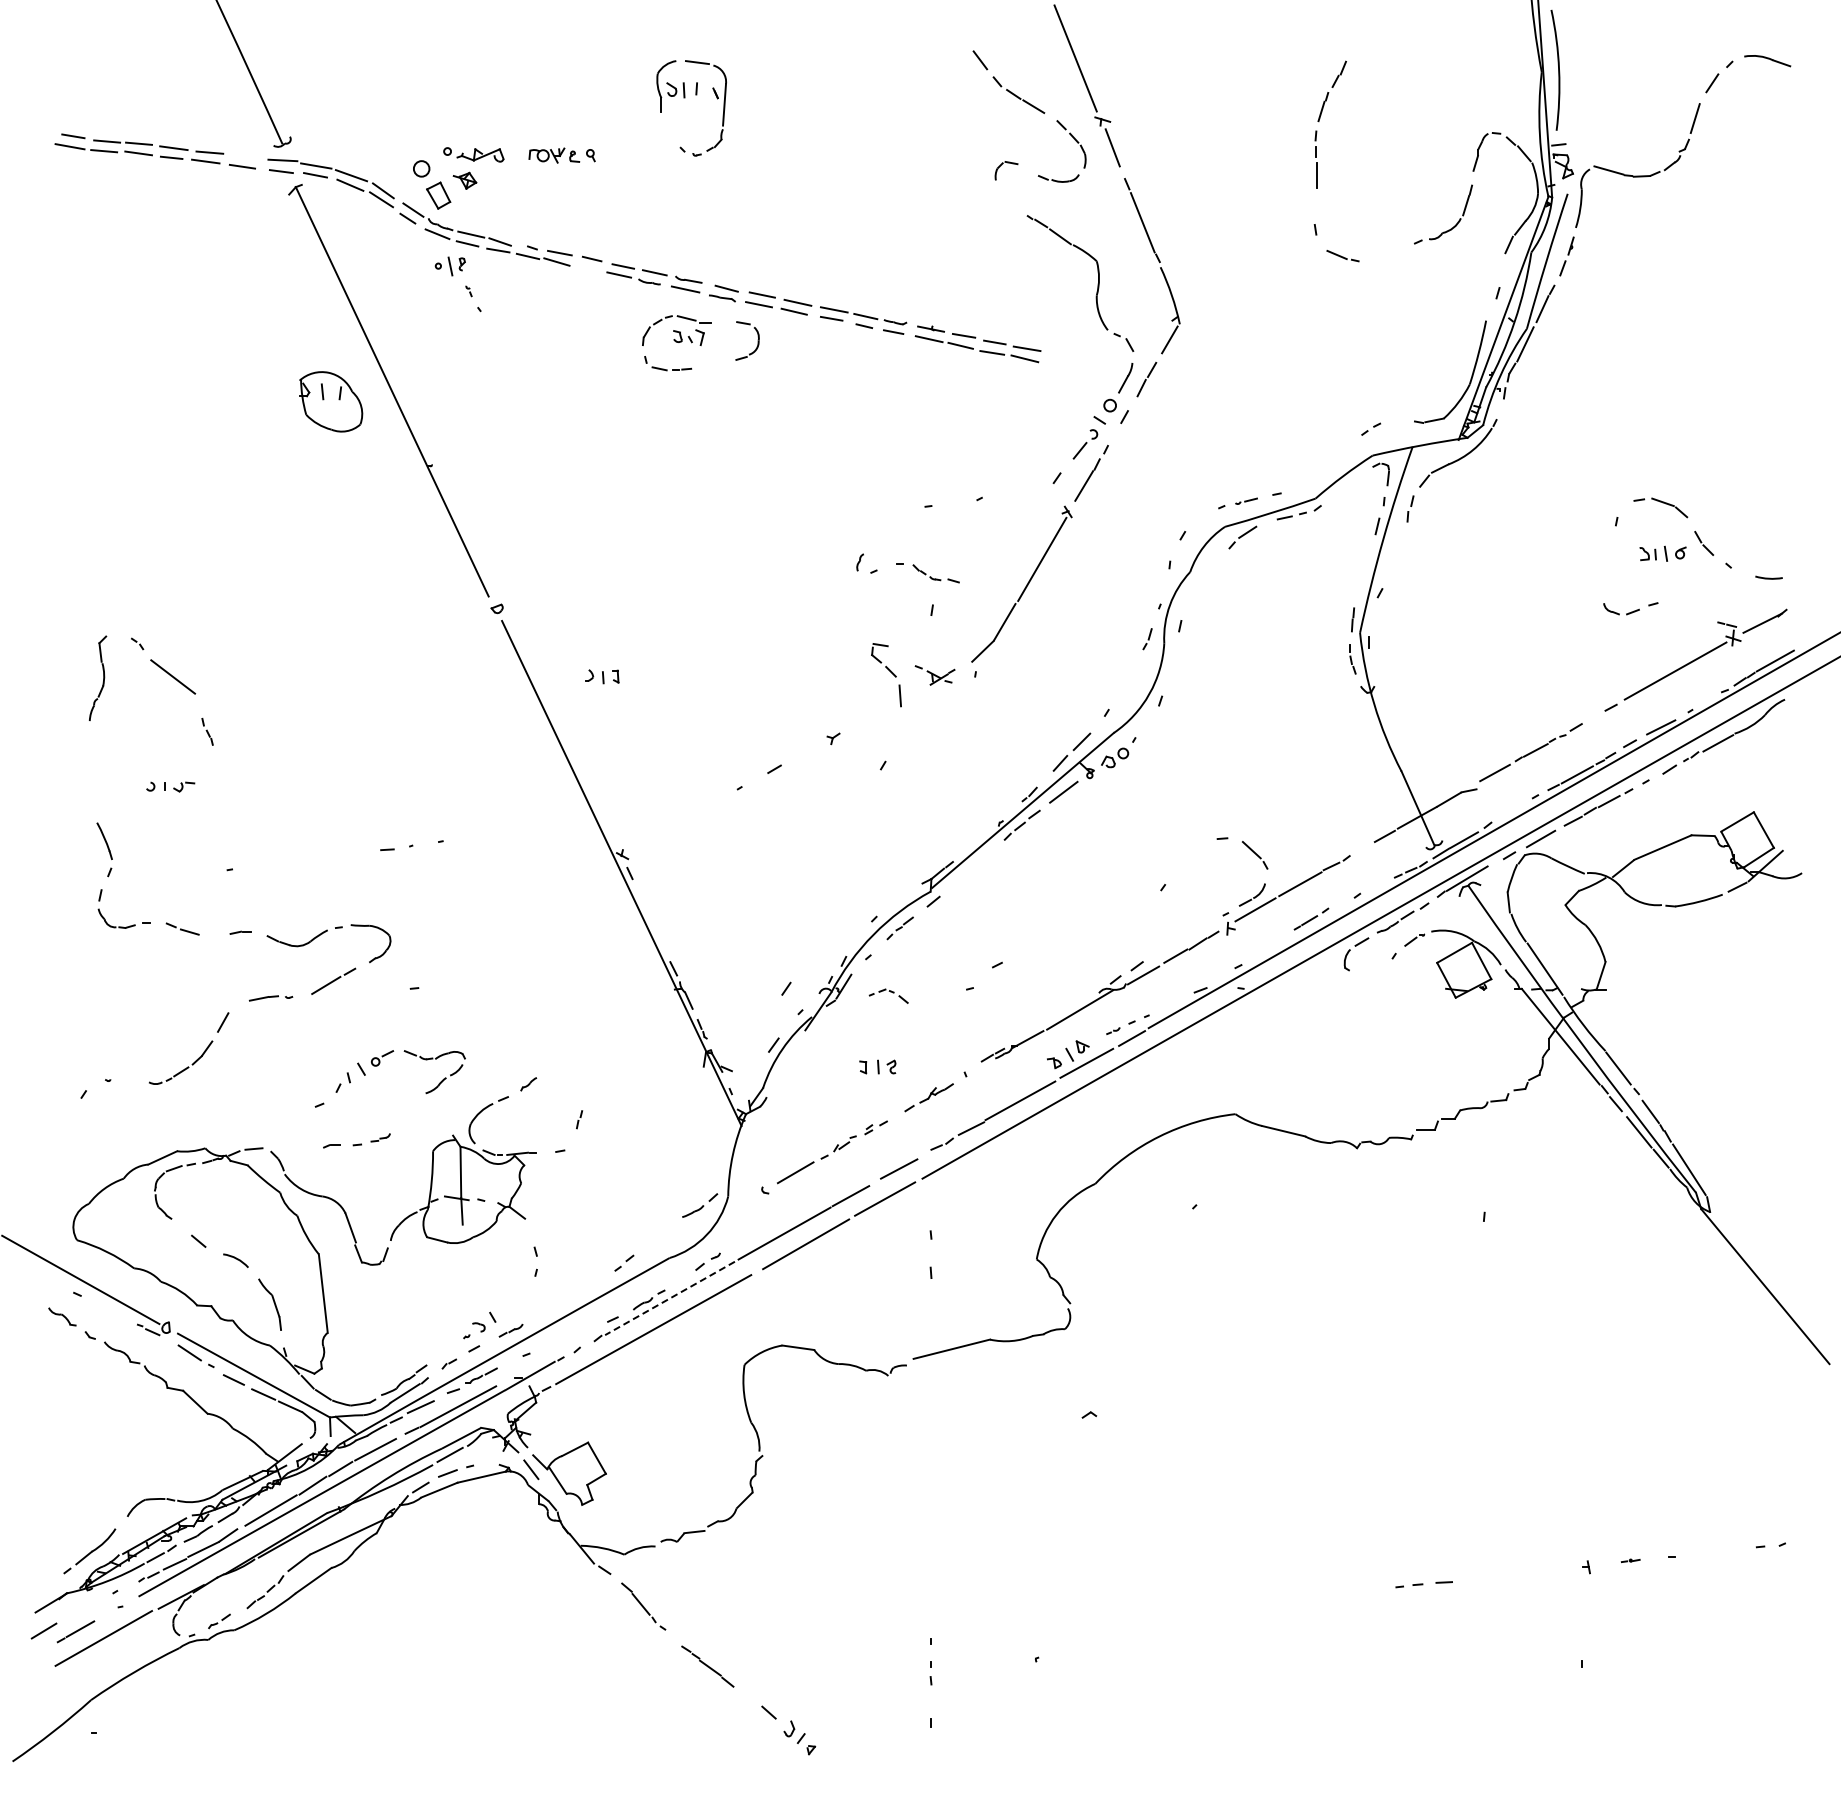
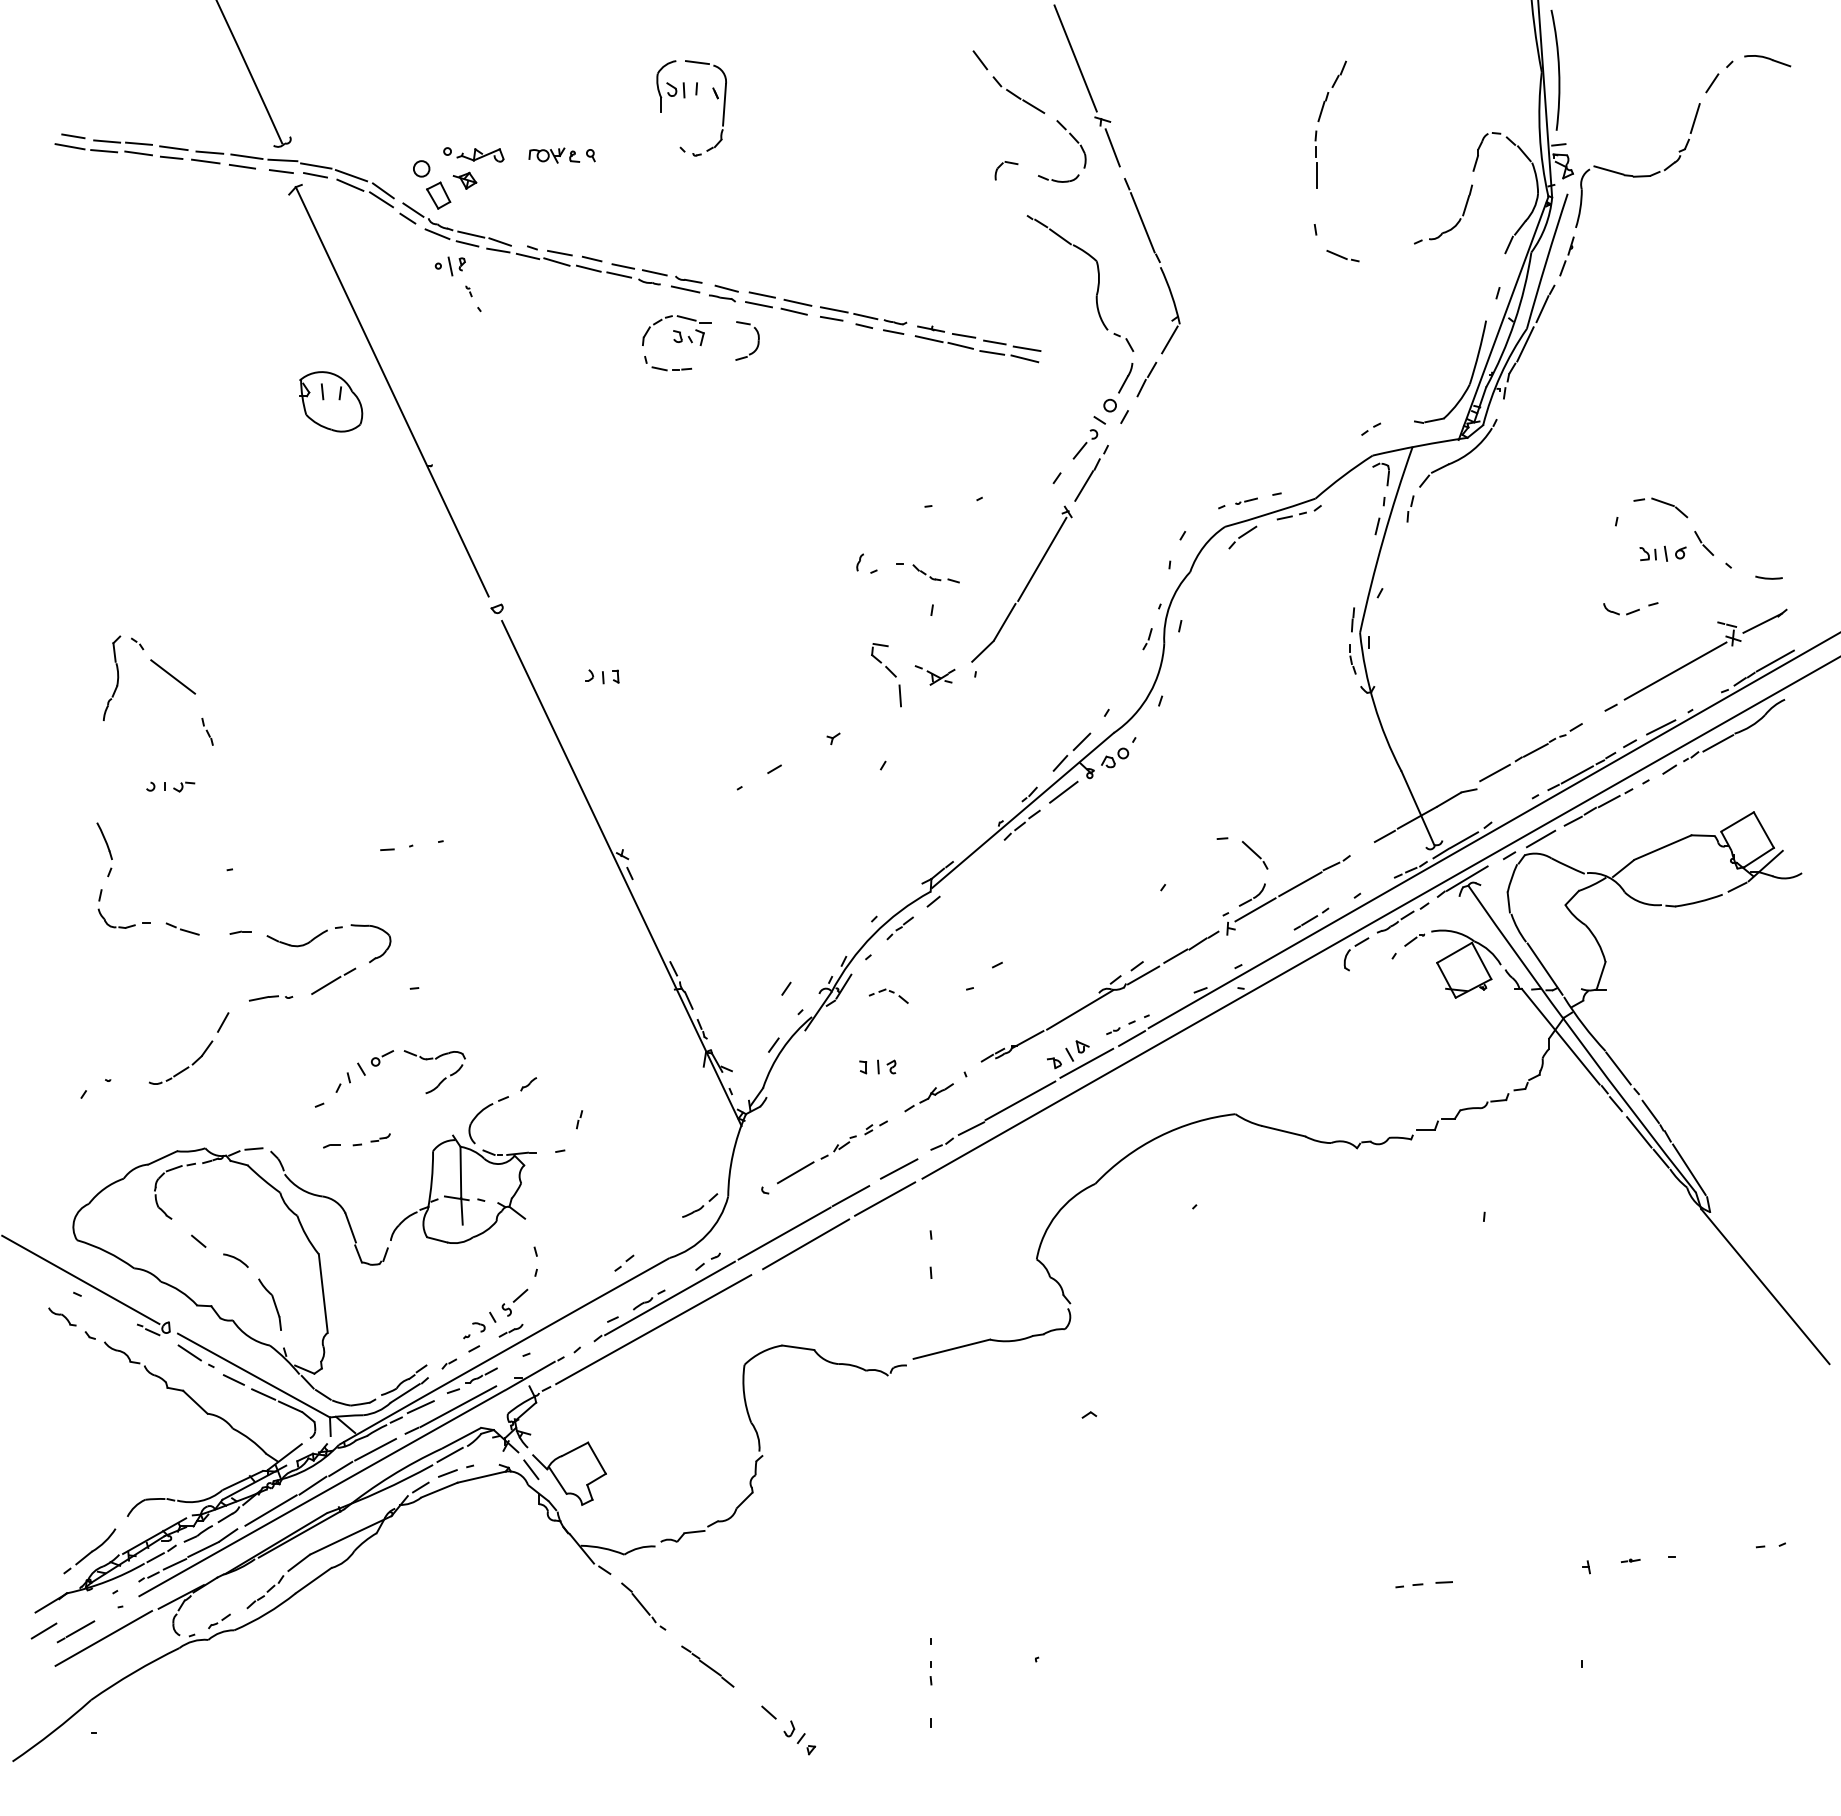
line at (246, 156): none -> present
line at (588, 268): none -> present
part at (97, 677) position: (97, 677) -> (111, 677)
line at (670, 1298): dashed -> solid
part at (514, 1302): none -> present
